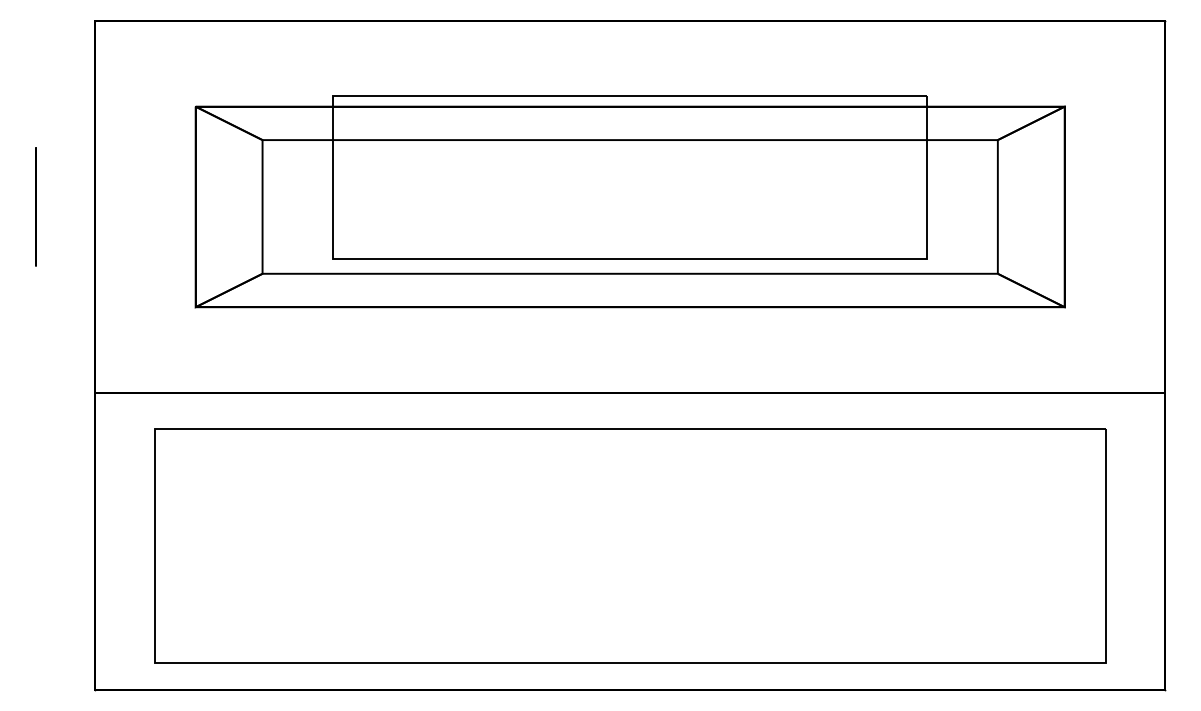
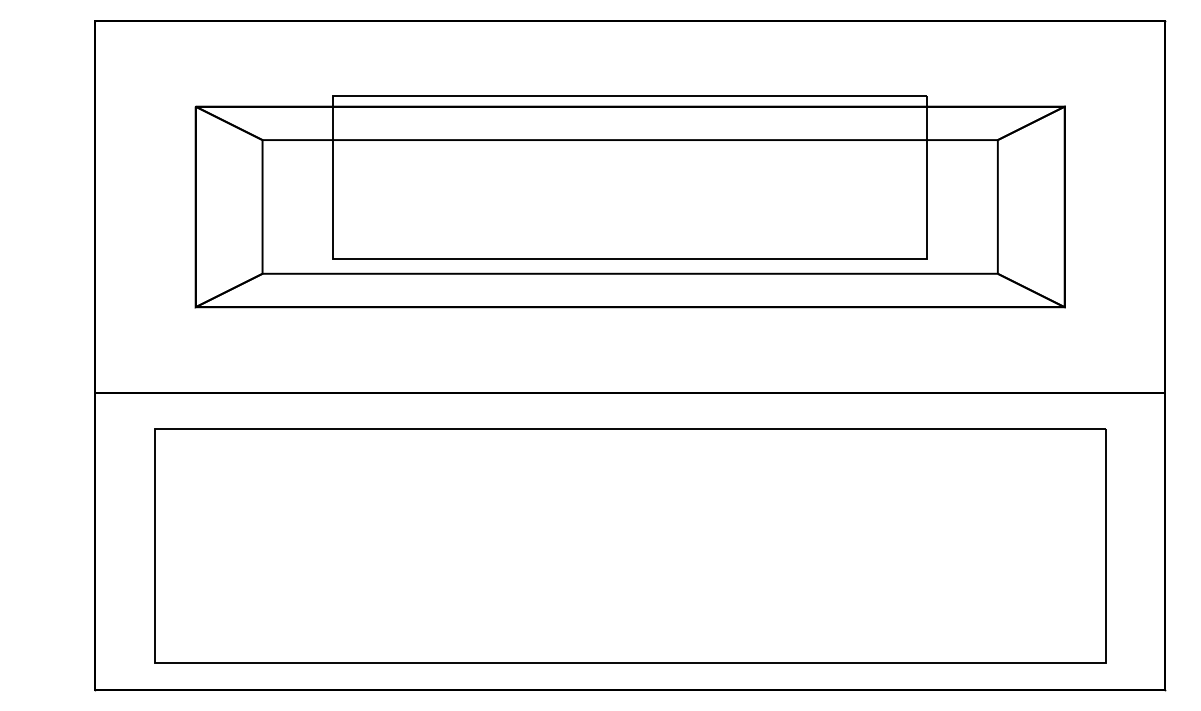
circle at (35, 206): present -> none
